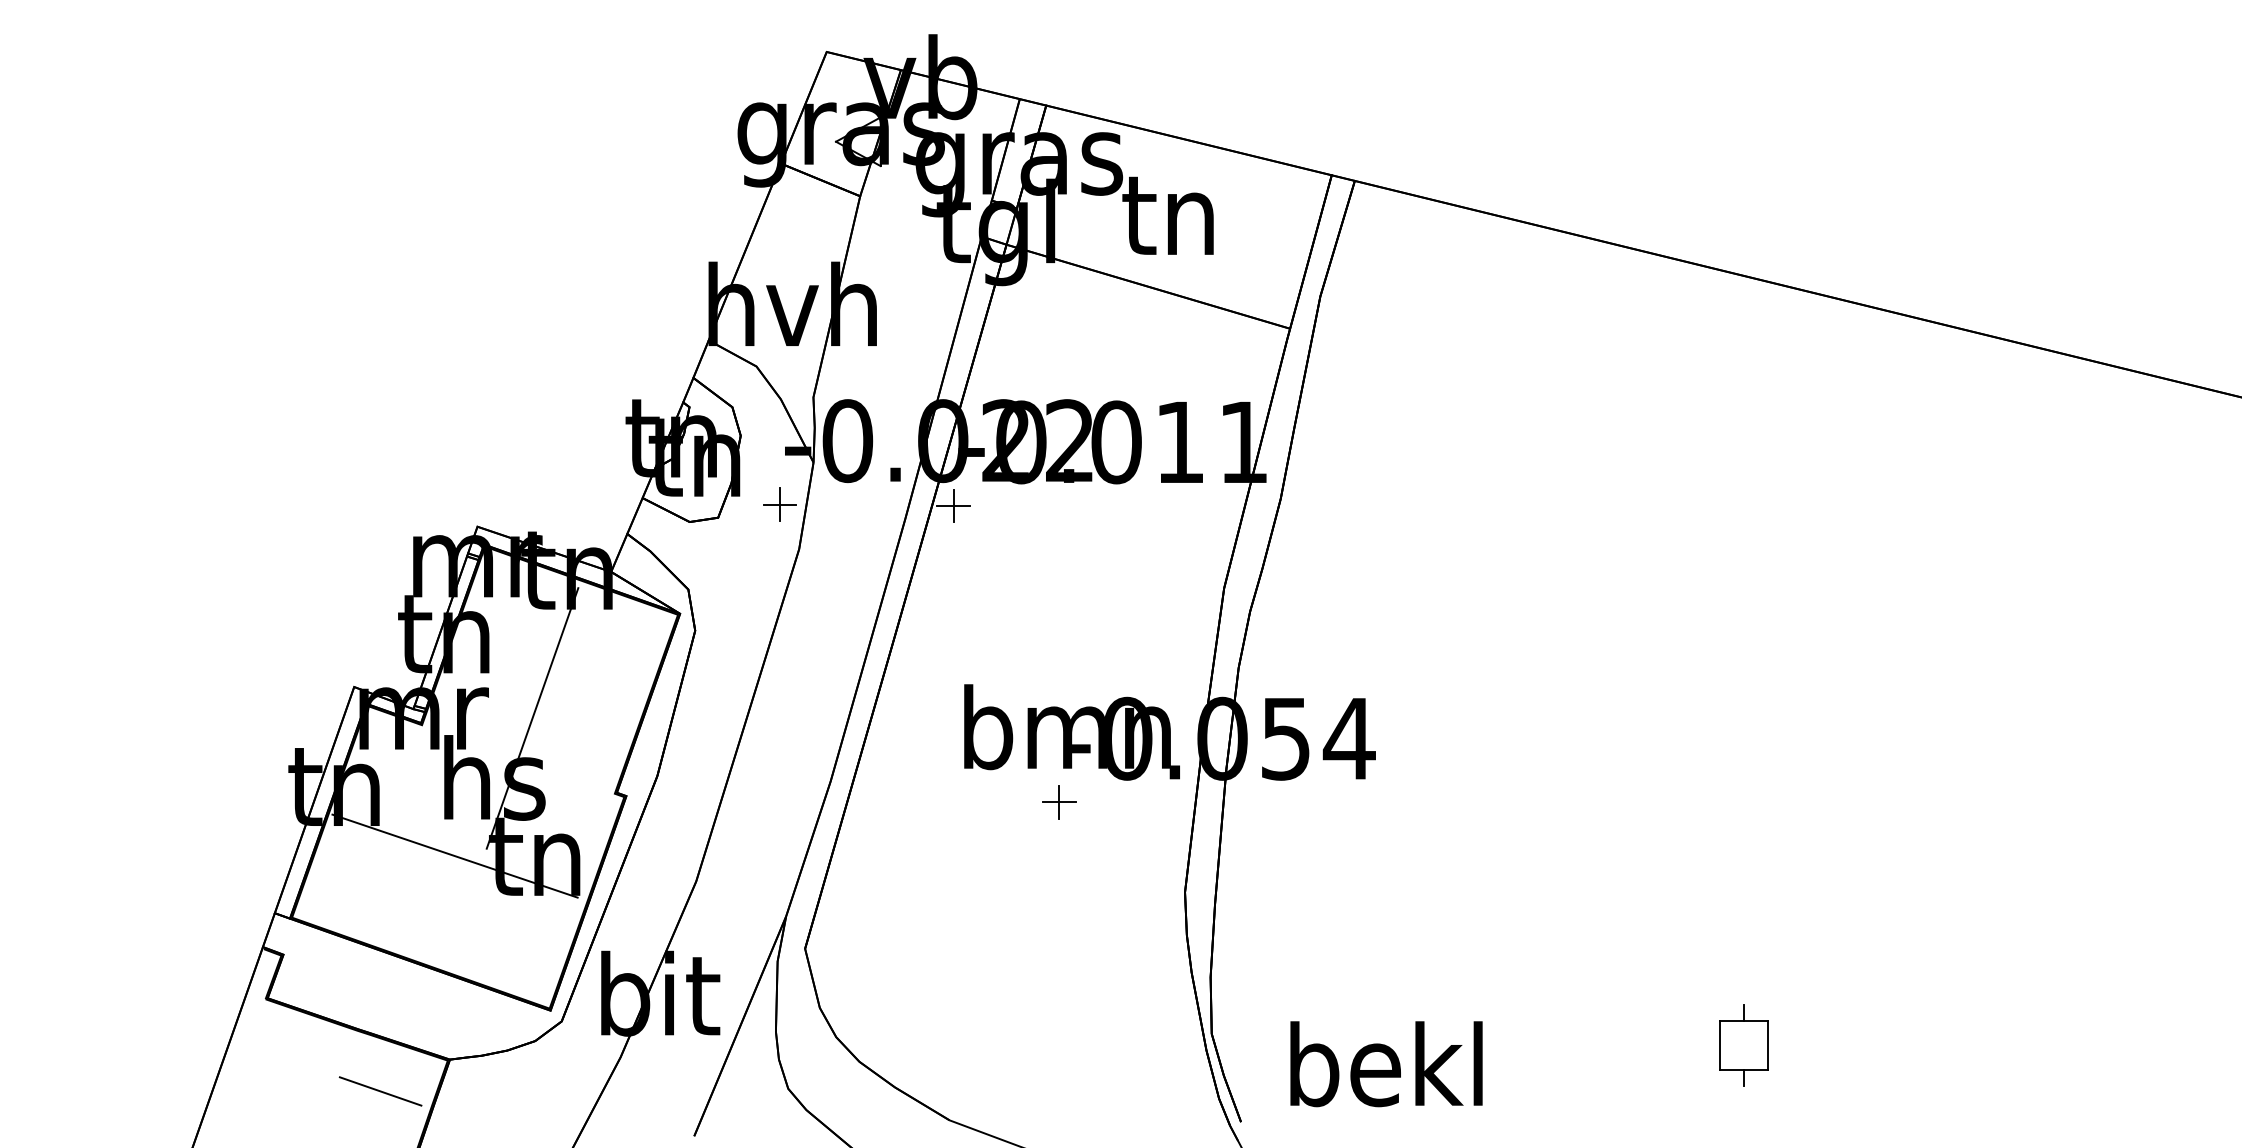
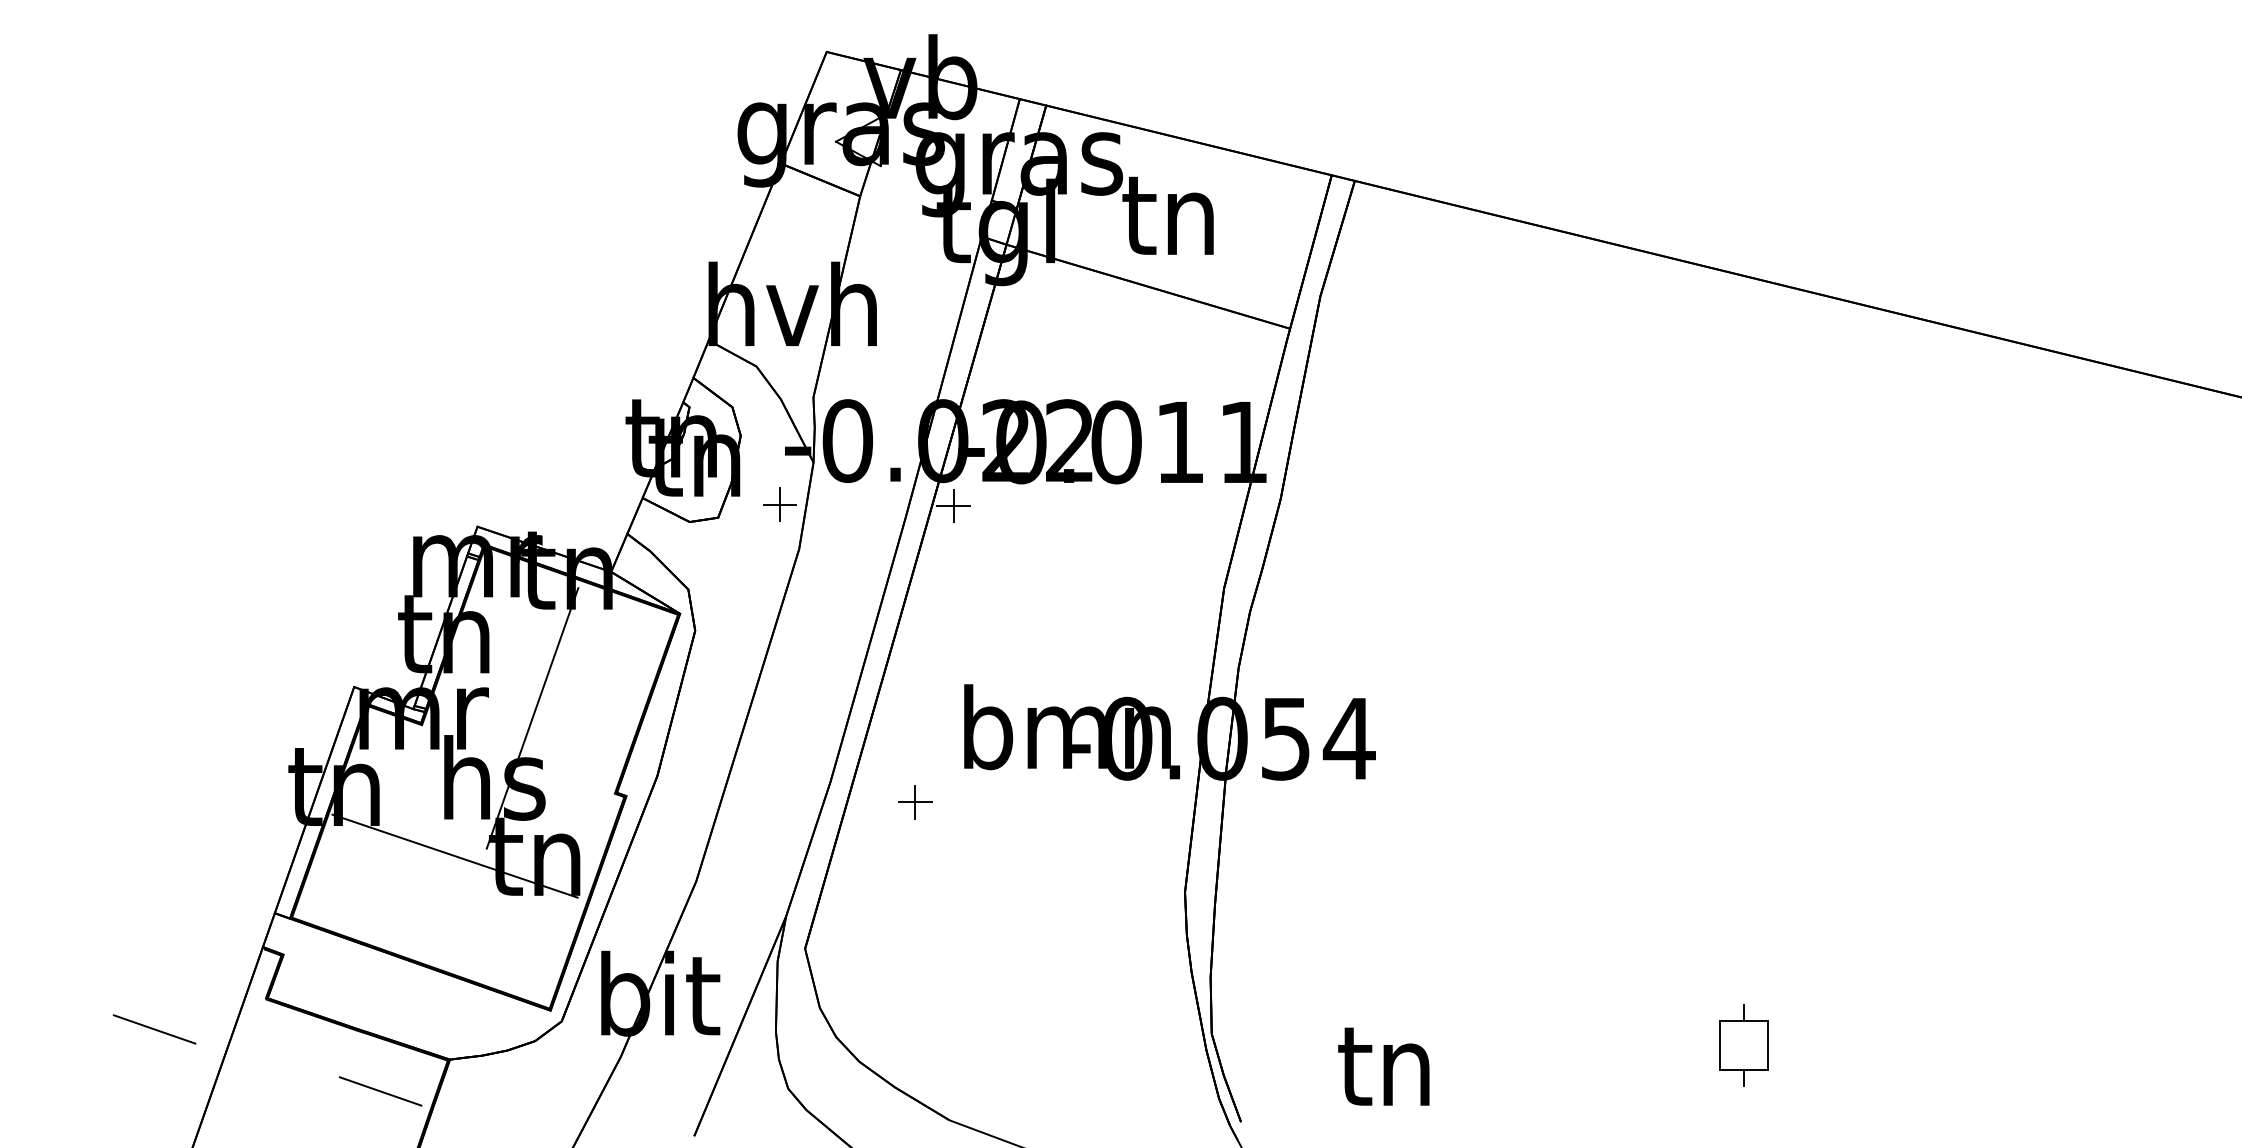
part at (1059, 802) position: (1059, 802) -> (915, 802)
line at (154, 1029): none -> present
text at (1386, 1064): bekl -> tn
